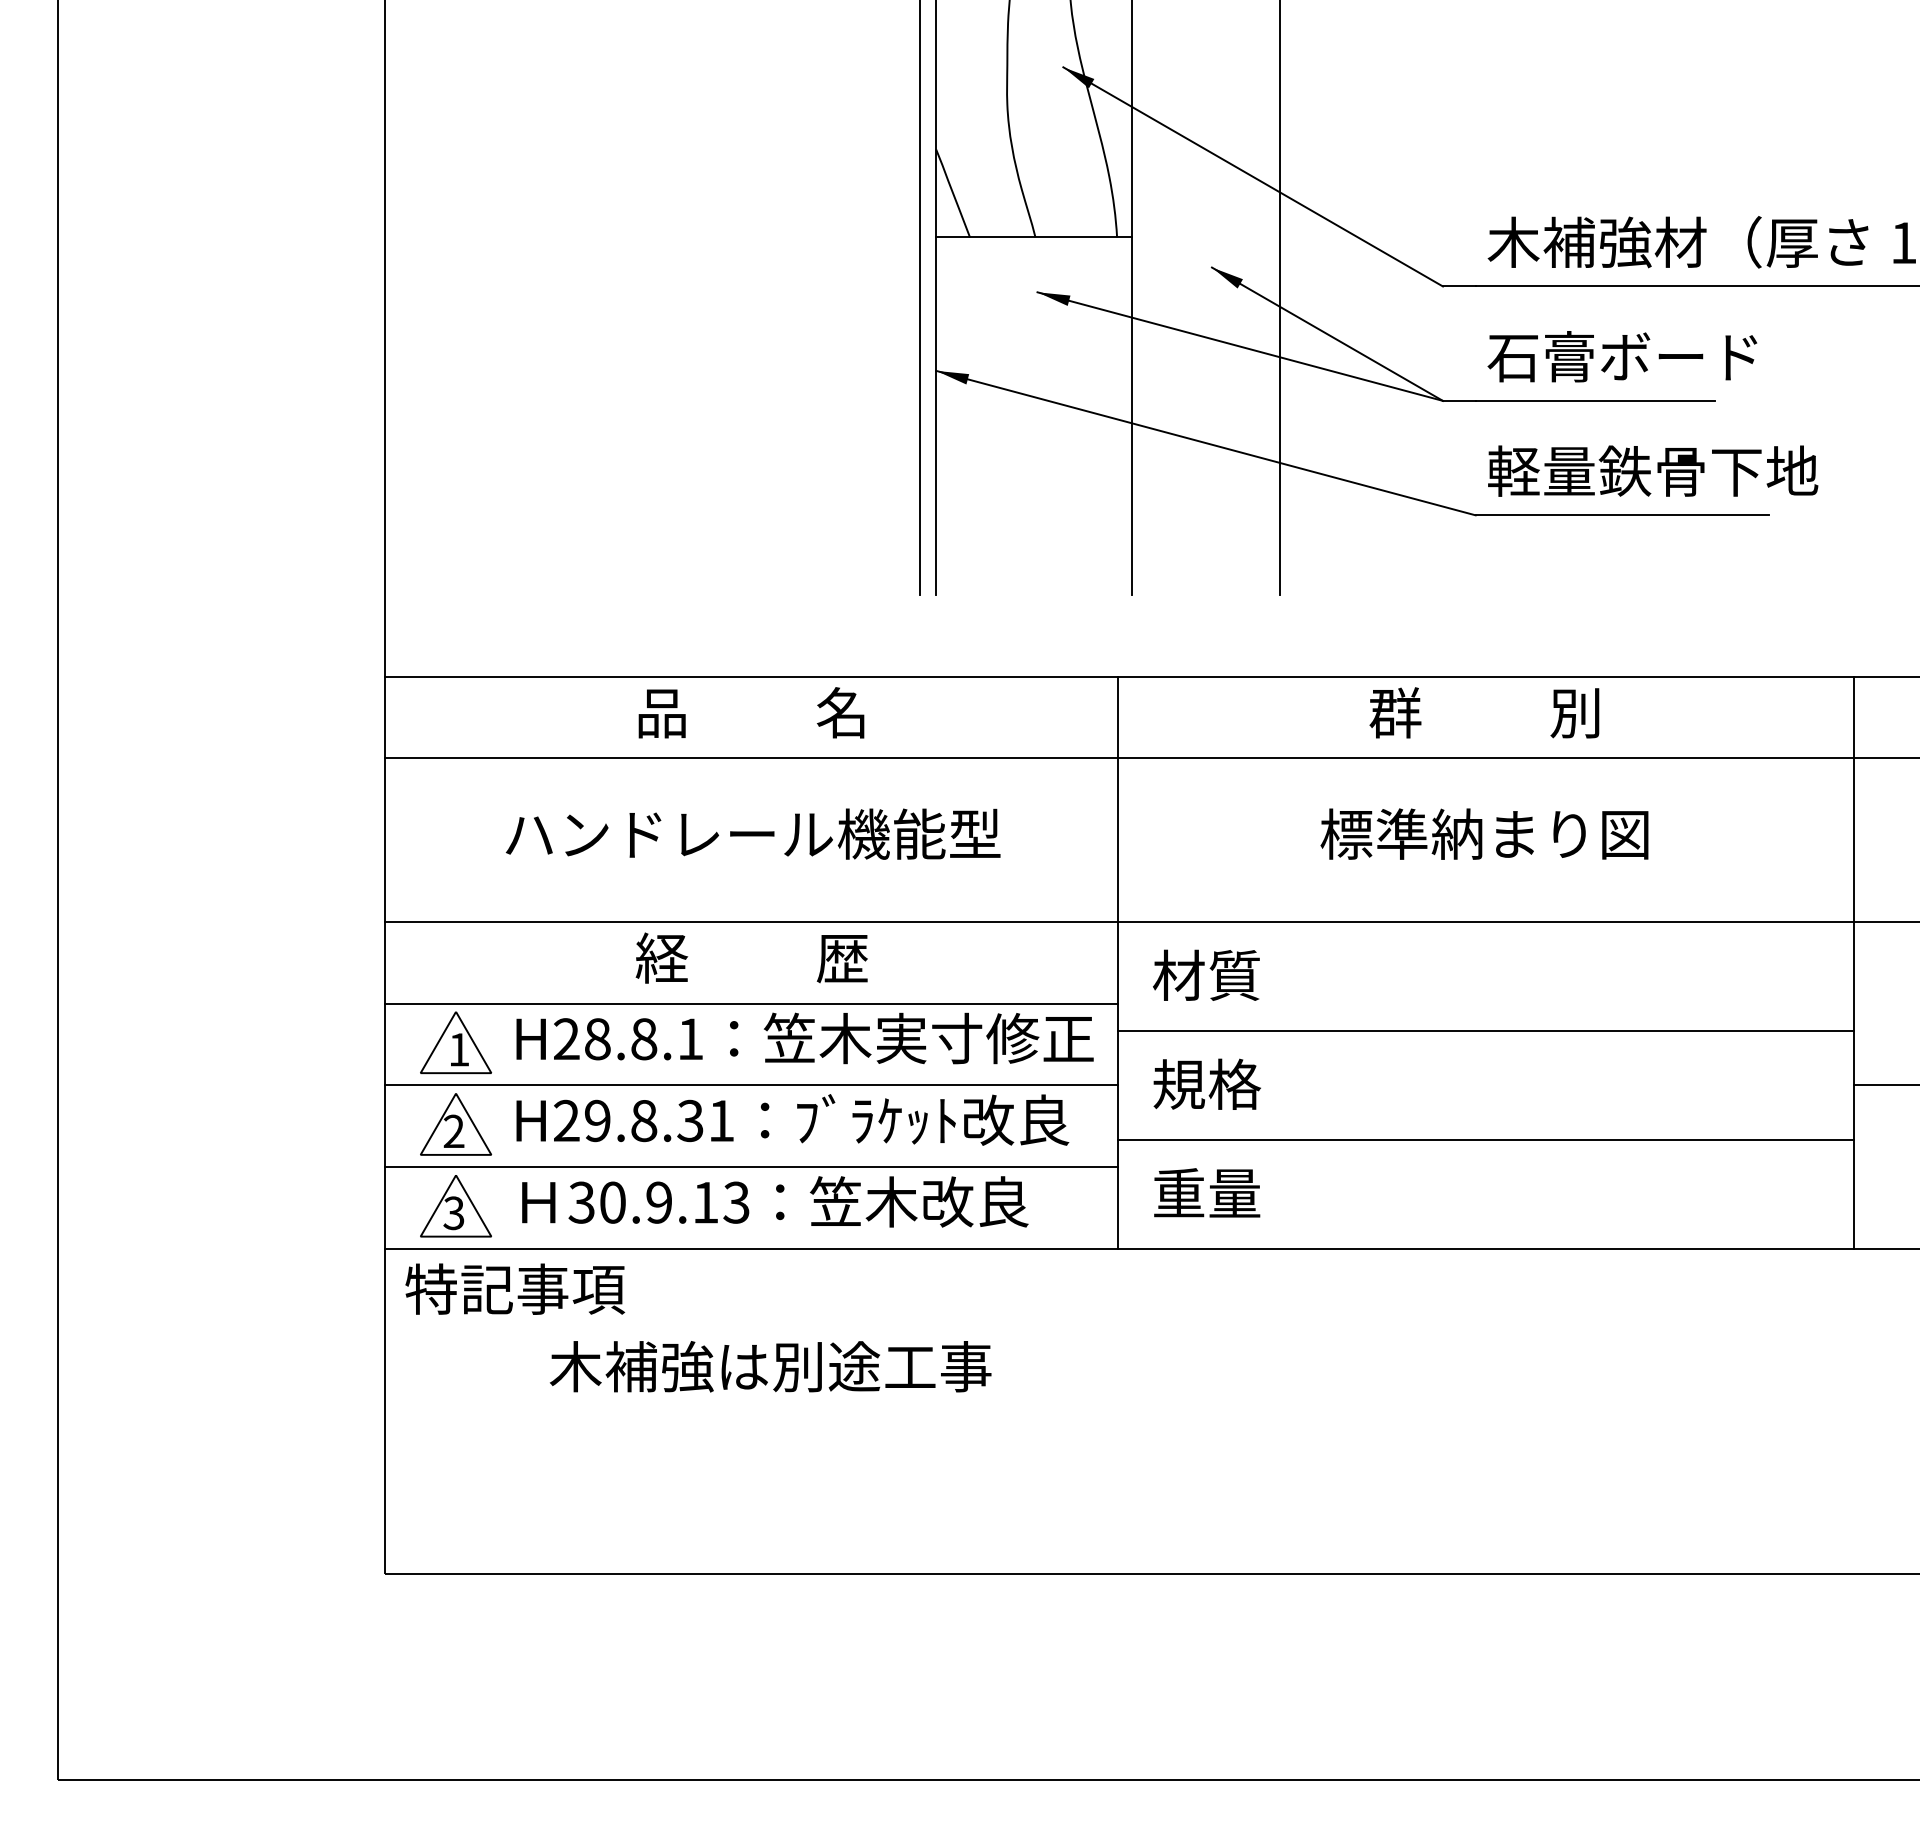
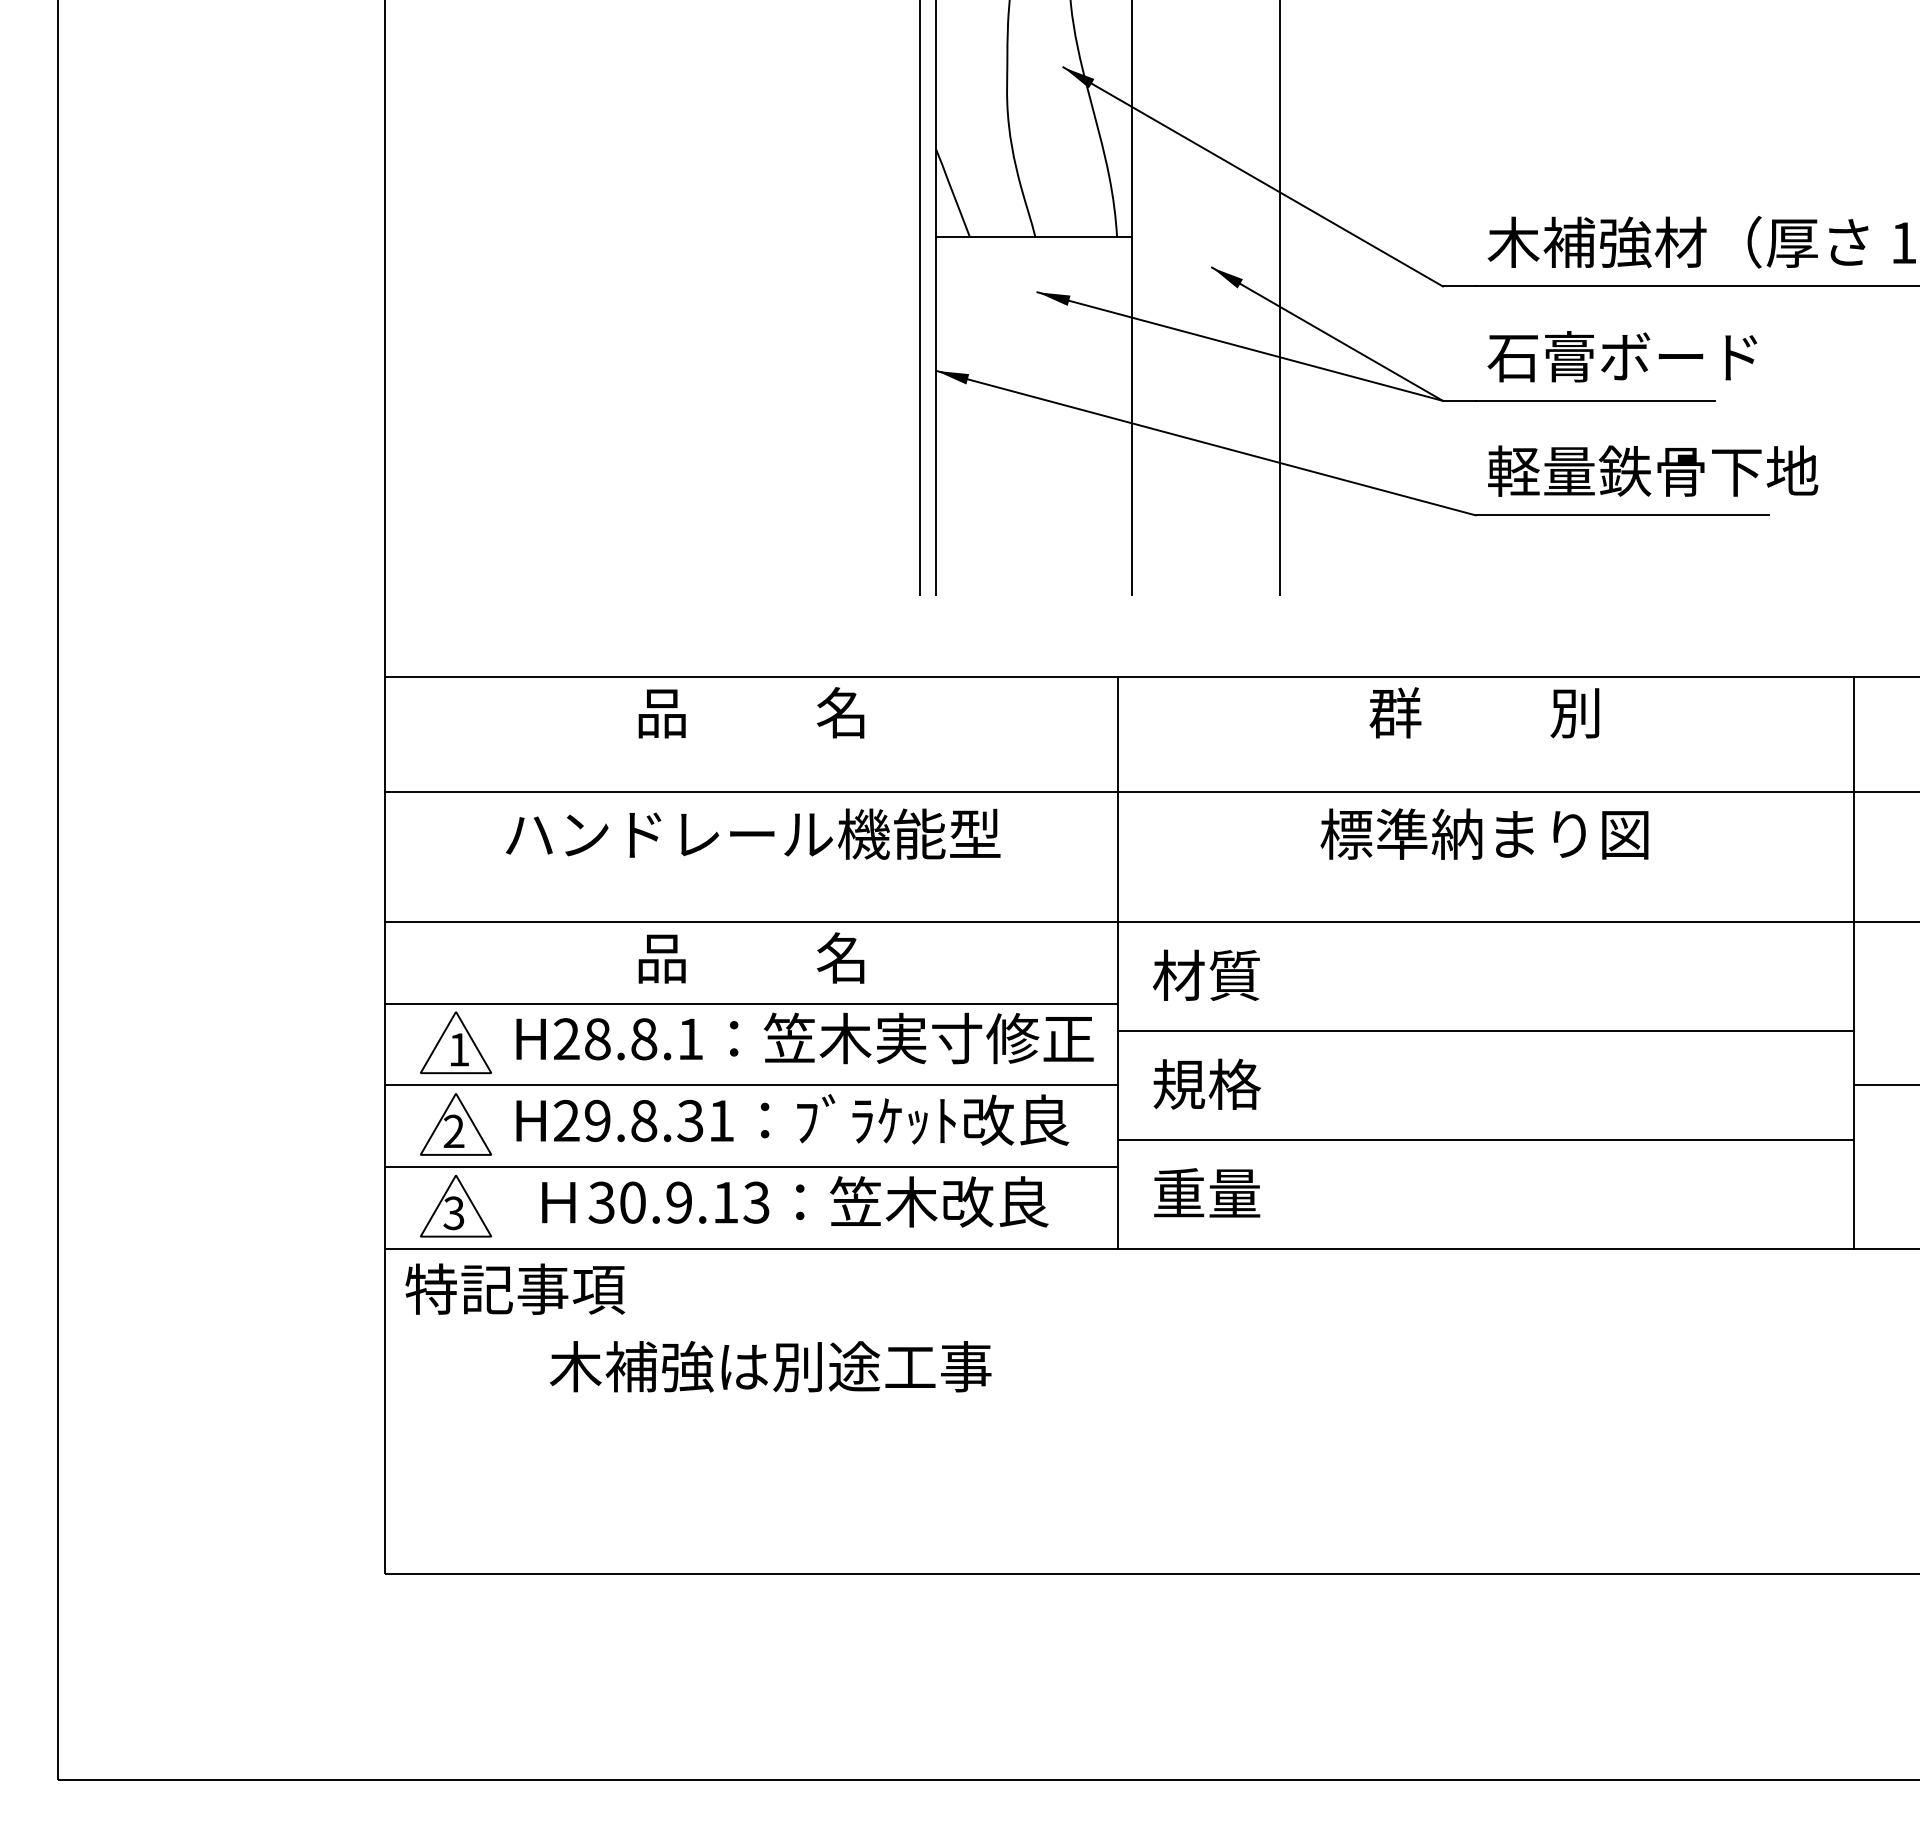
line at (1150, 758) position: (1150, 758) -> (1150, 792)
text at (751, 957): 経          歴 -> 品          名
text at (775, 1201) position: (775, 1201) -> (795, 1201)
